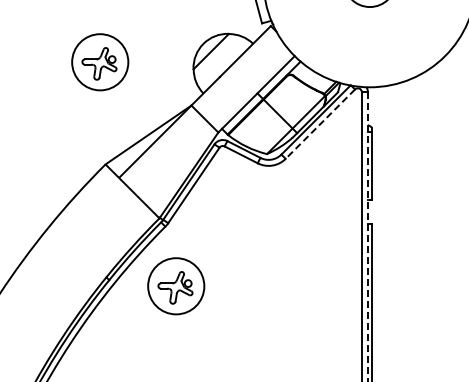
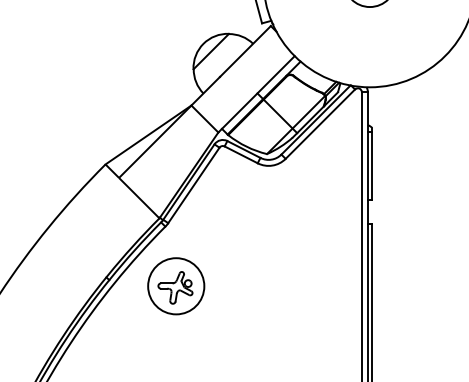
part at (100, 62): present -> none
line at (320, 124): dashed -> solid
line at (367, 237): dashed -> solid
